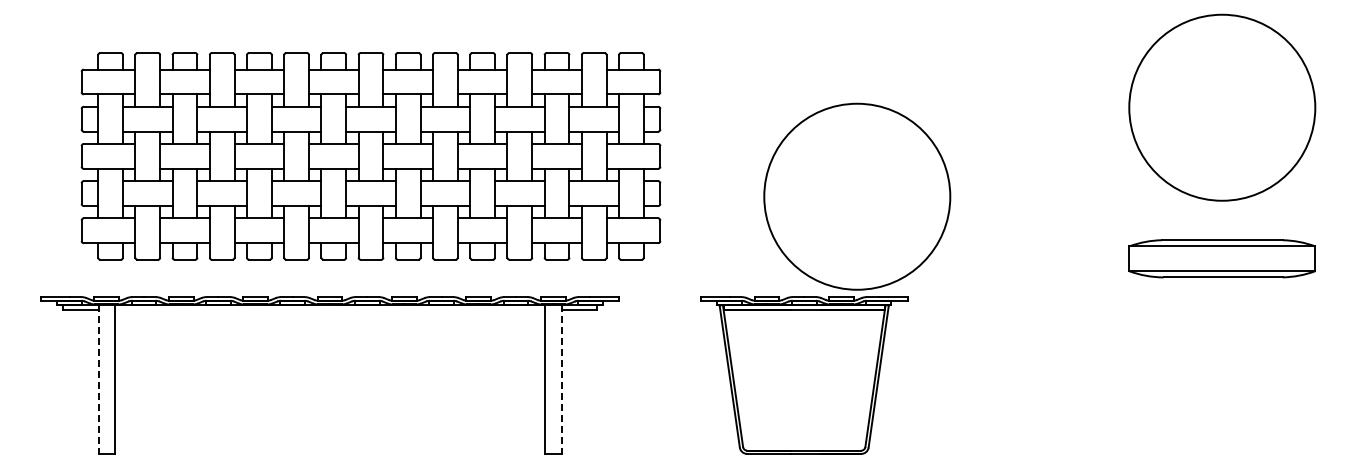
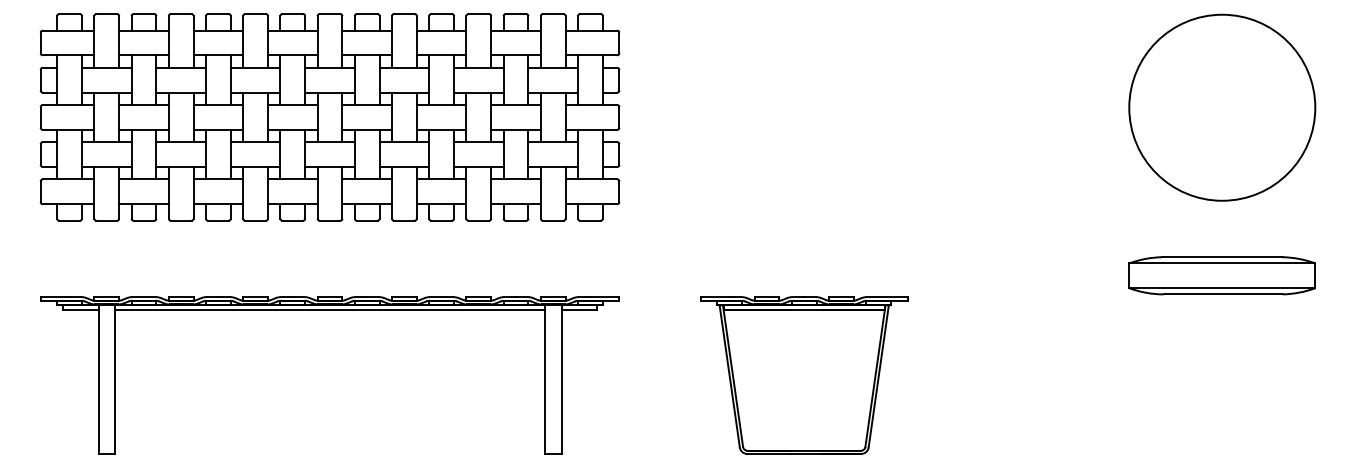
part at (370, 156) position: (370, 156) -> (329, 117)
circle at (857, 196): present -> none
part at (1221, 258) position: (1221, 258) -> (1221, 275)
line at (329, 310): none -> present
line at (98, 380): dashed -> solid
line at (561, 380): dashed -> solid
